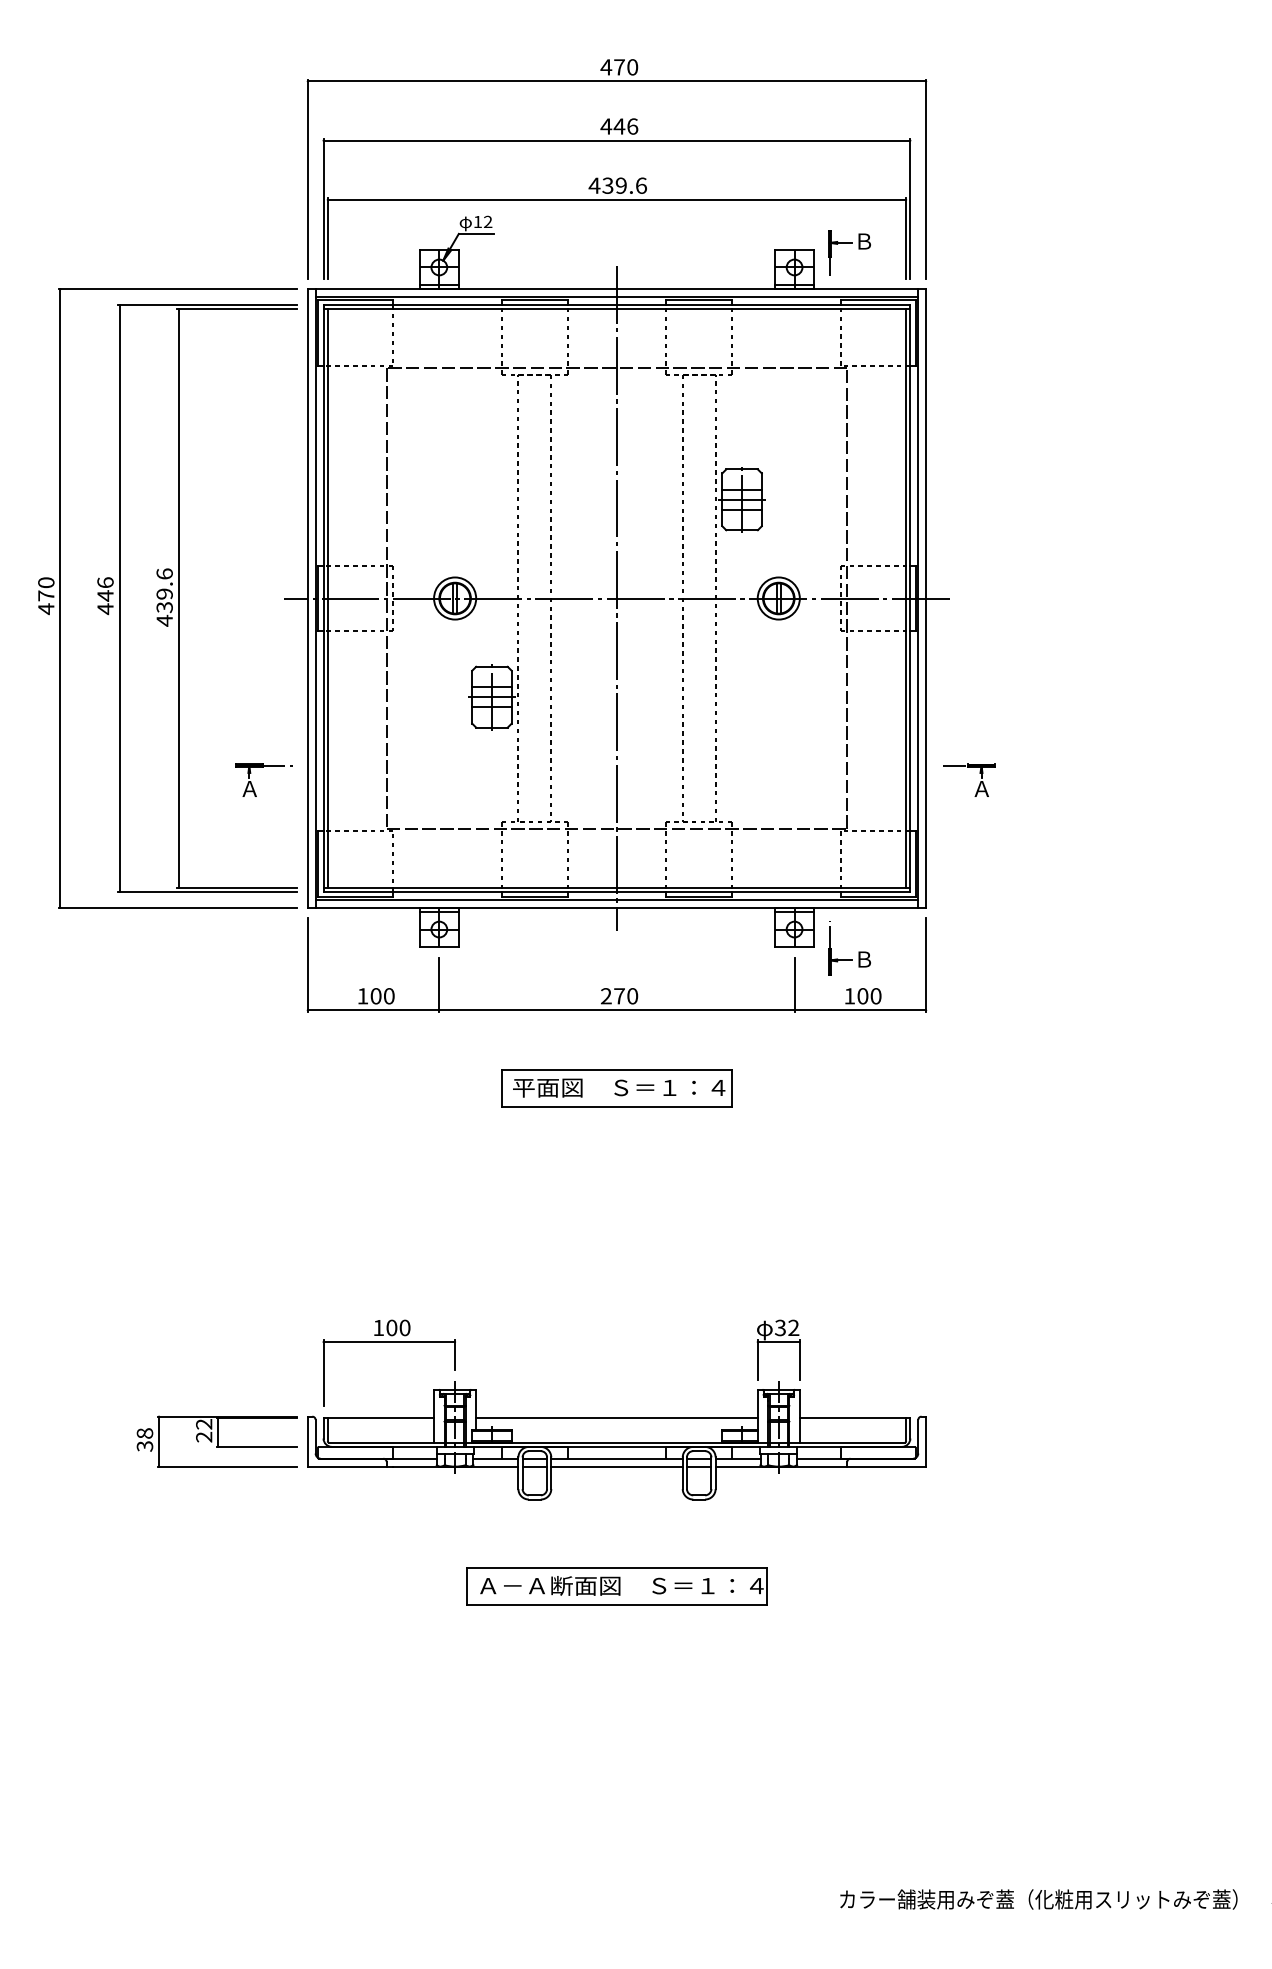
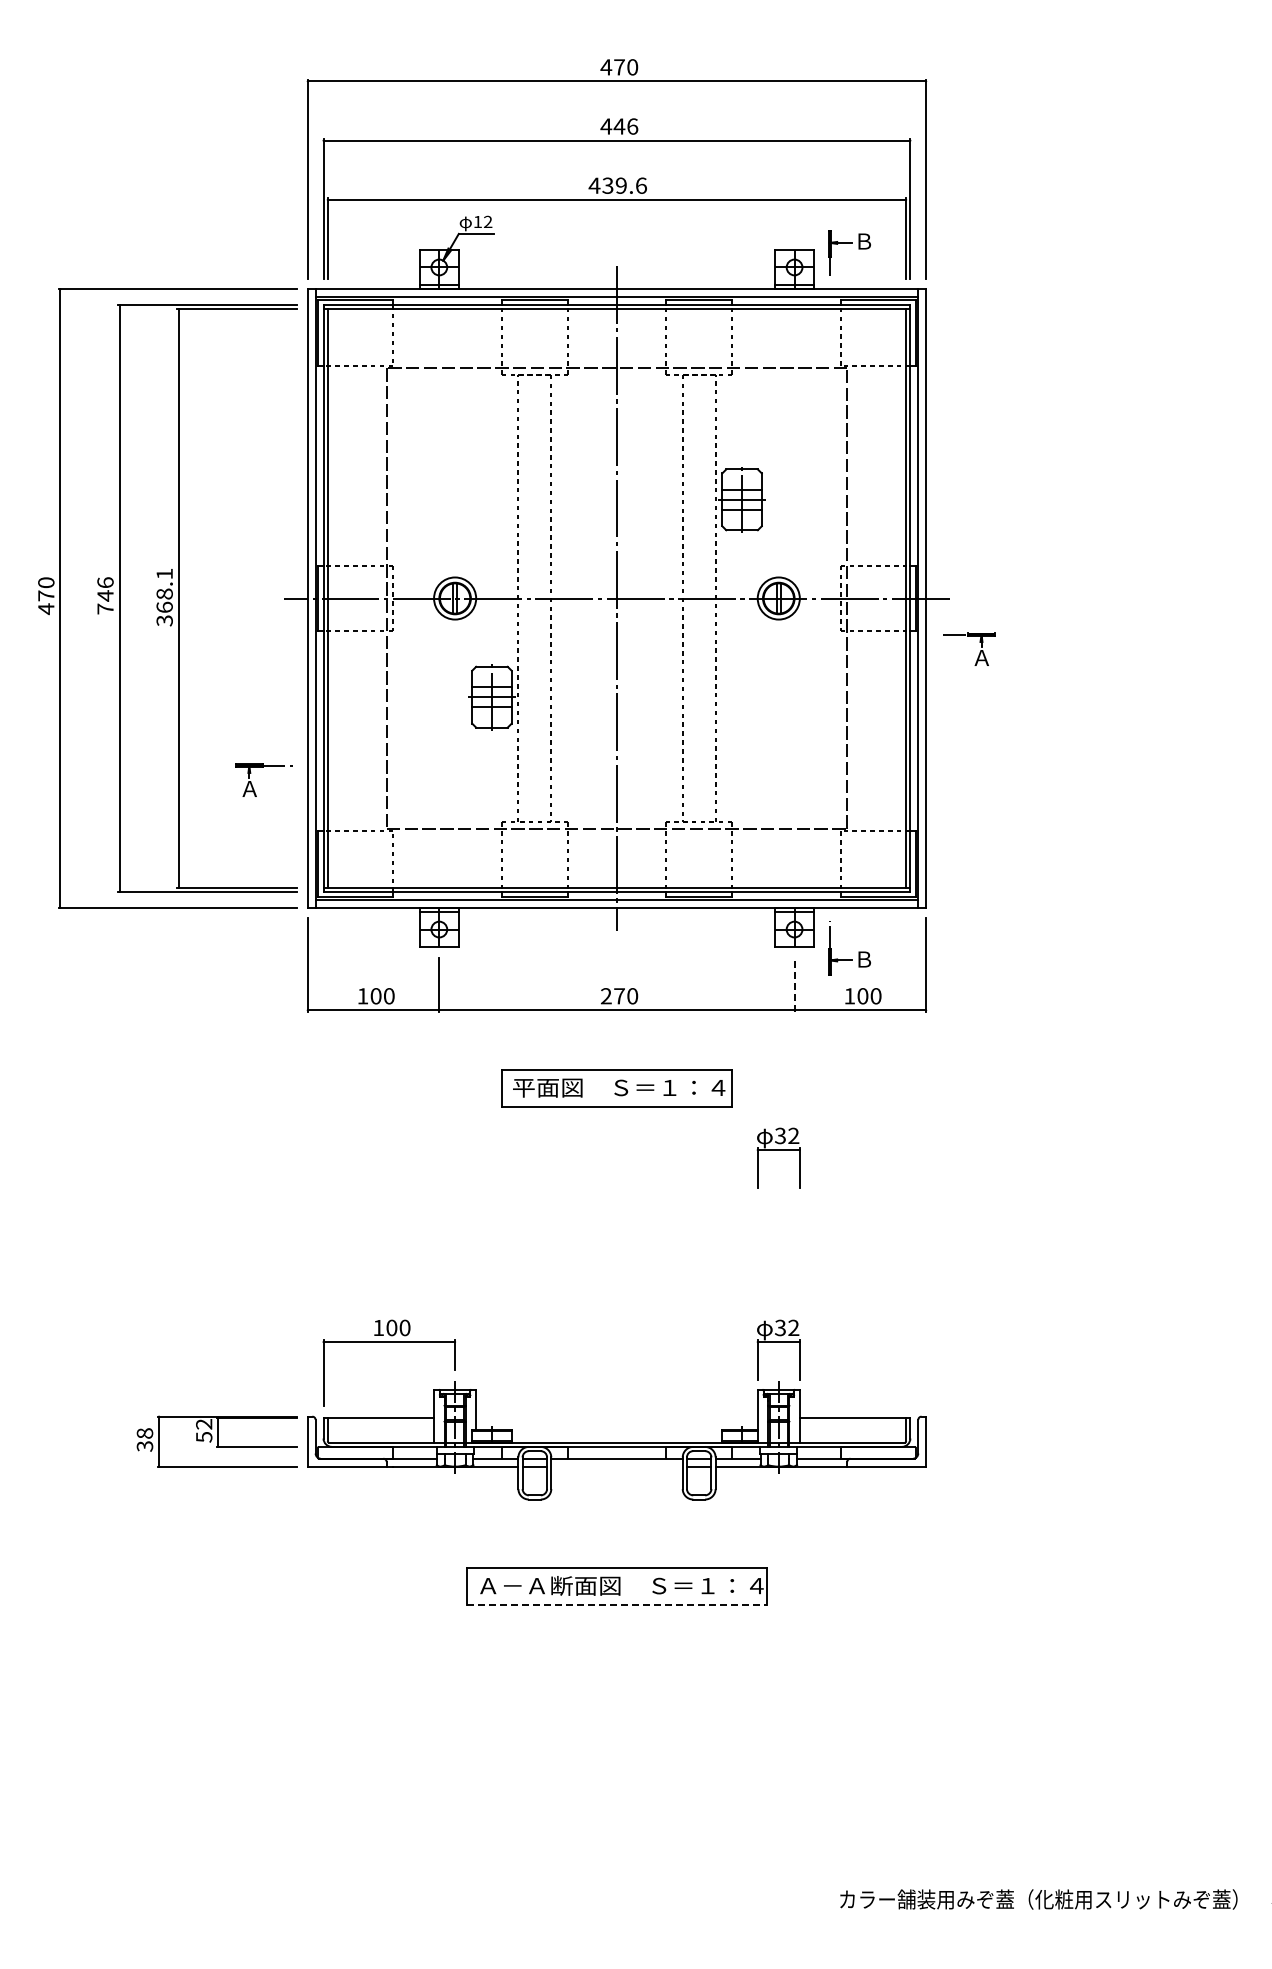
text at (164, 597): 439.6 -> 368.1
text at (105, 609): 446 -> 746
part at (979, 783) position: (979, 783) -> (979, 652)
line at (794, 984): solid -> dashed
part at (778, 1150): none -> present
line at (616, 1417): present -> none
text at (204, 1436): 22 -> 52
line at (616, 1466): present -> none
line at (617, 1604): solid -> dashed
